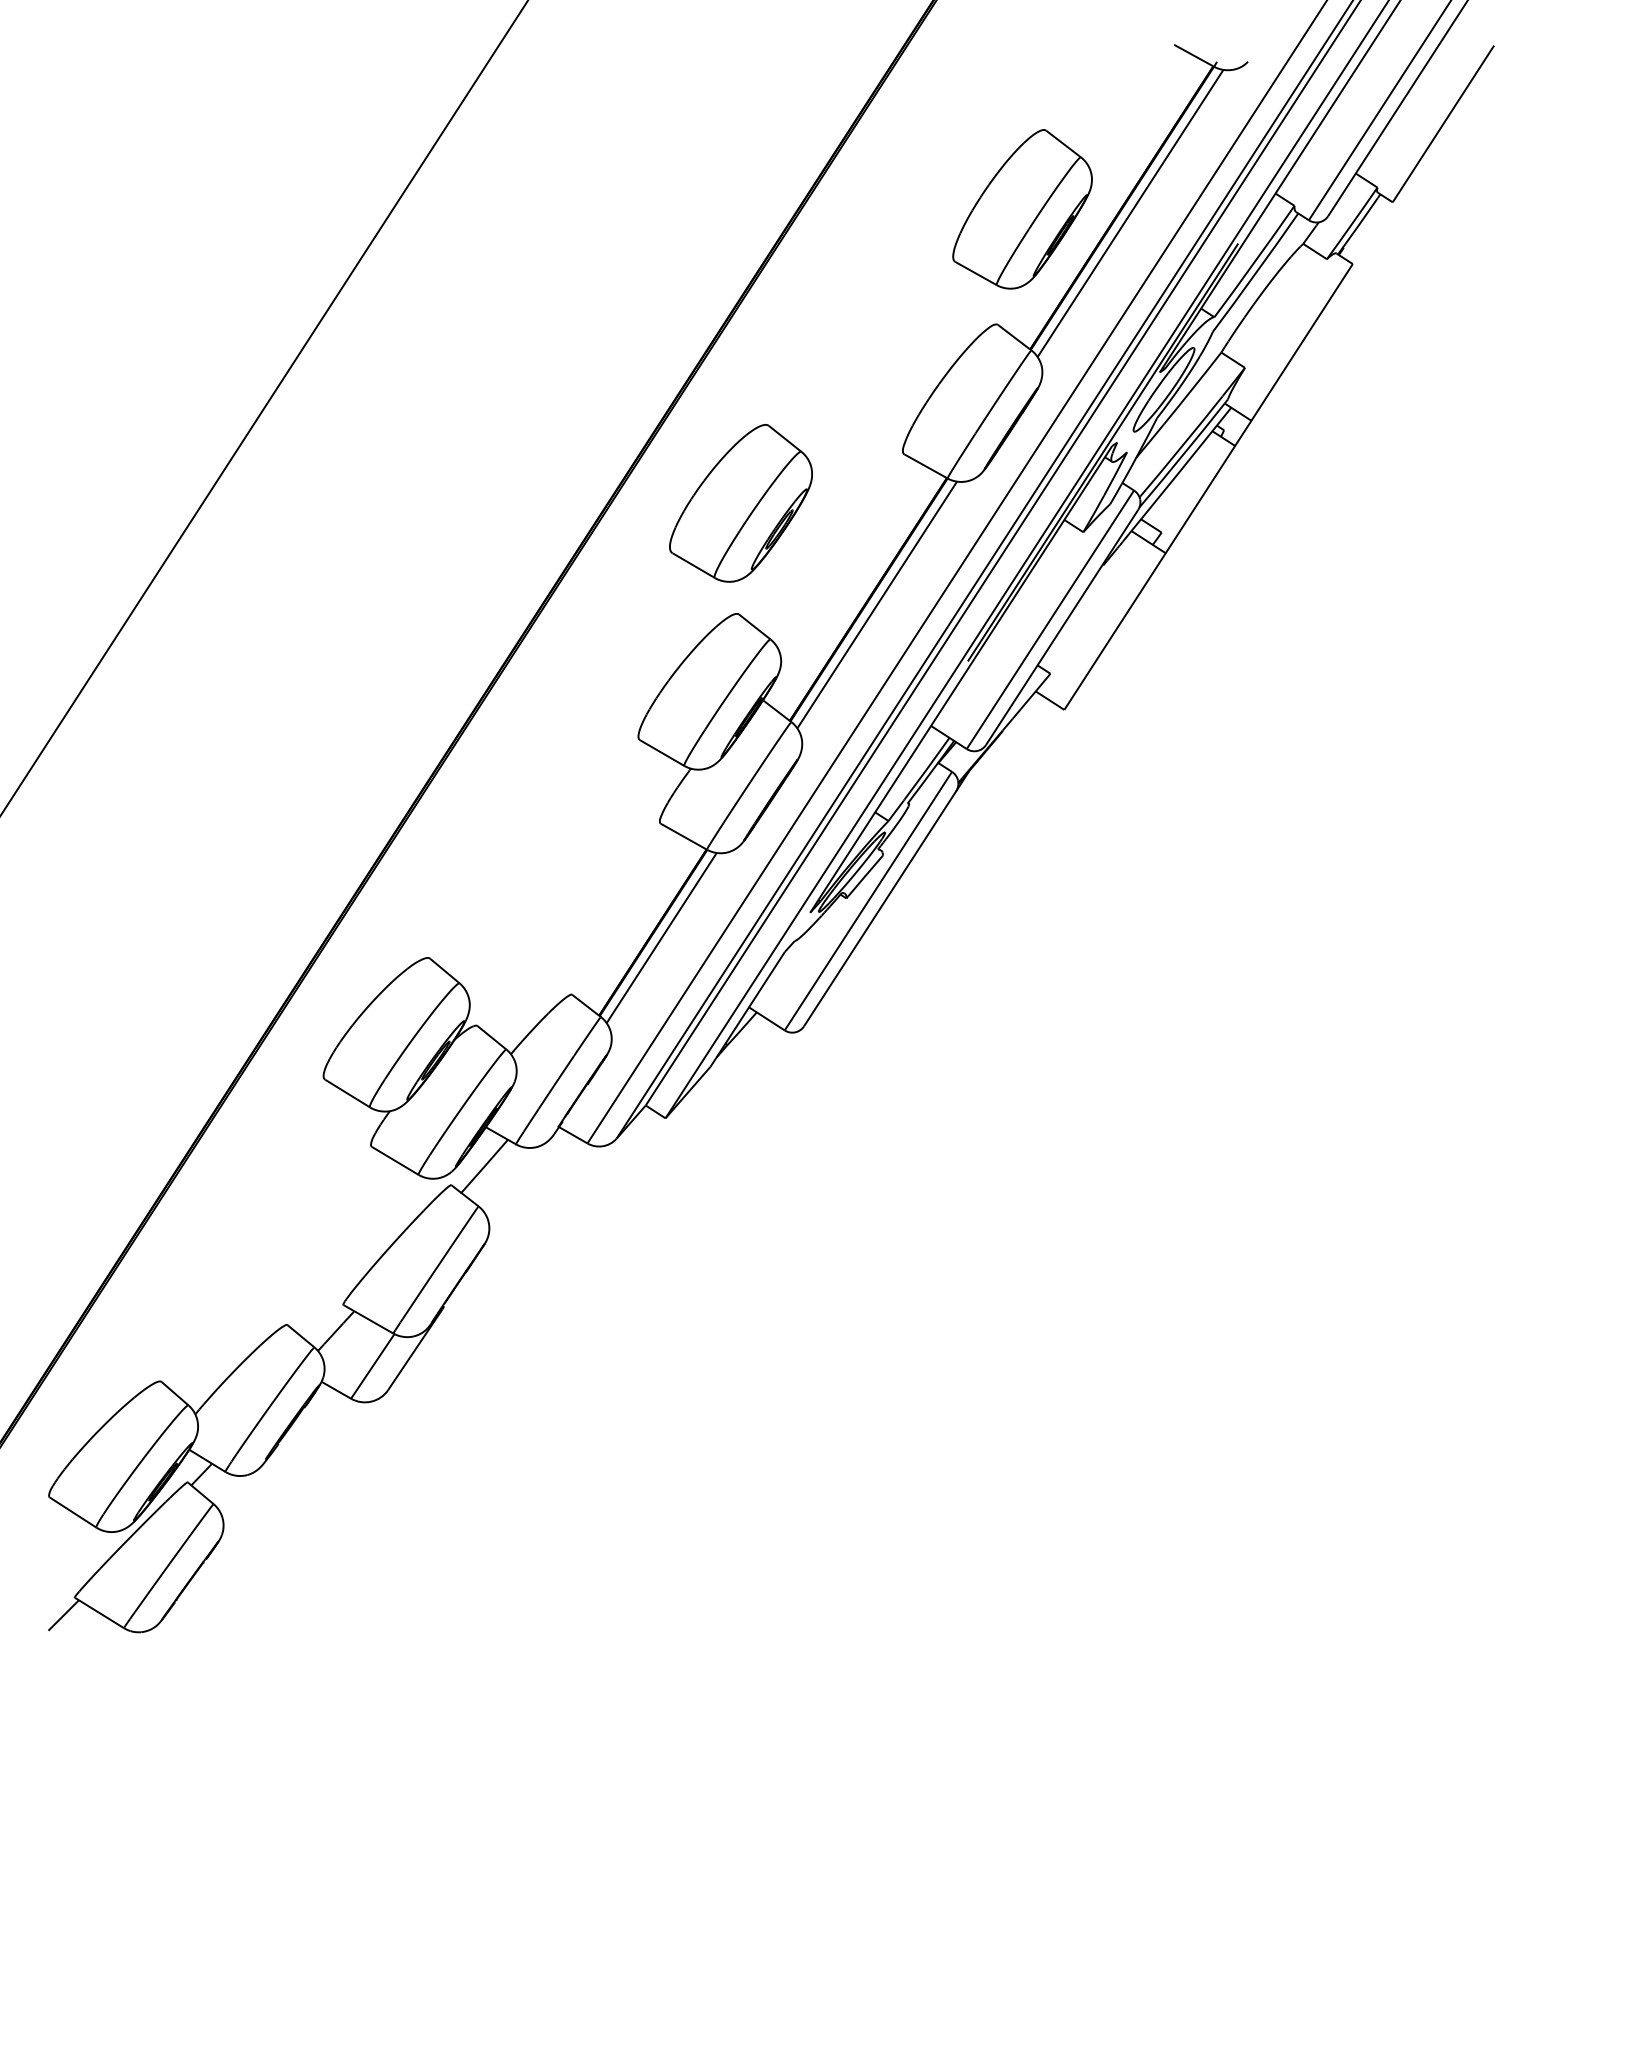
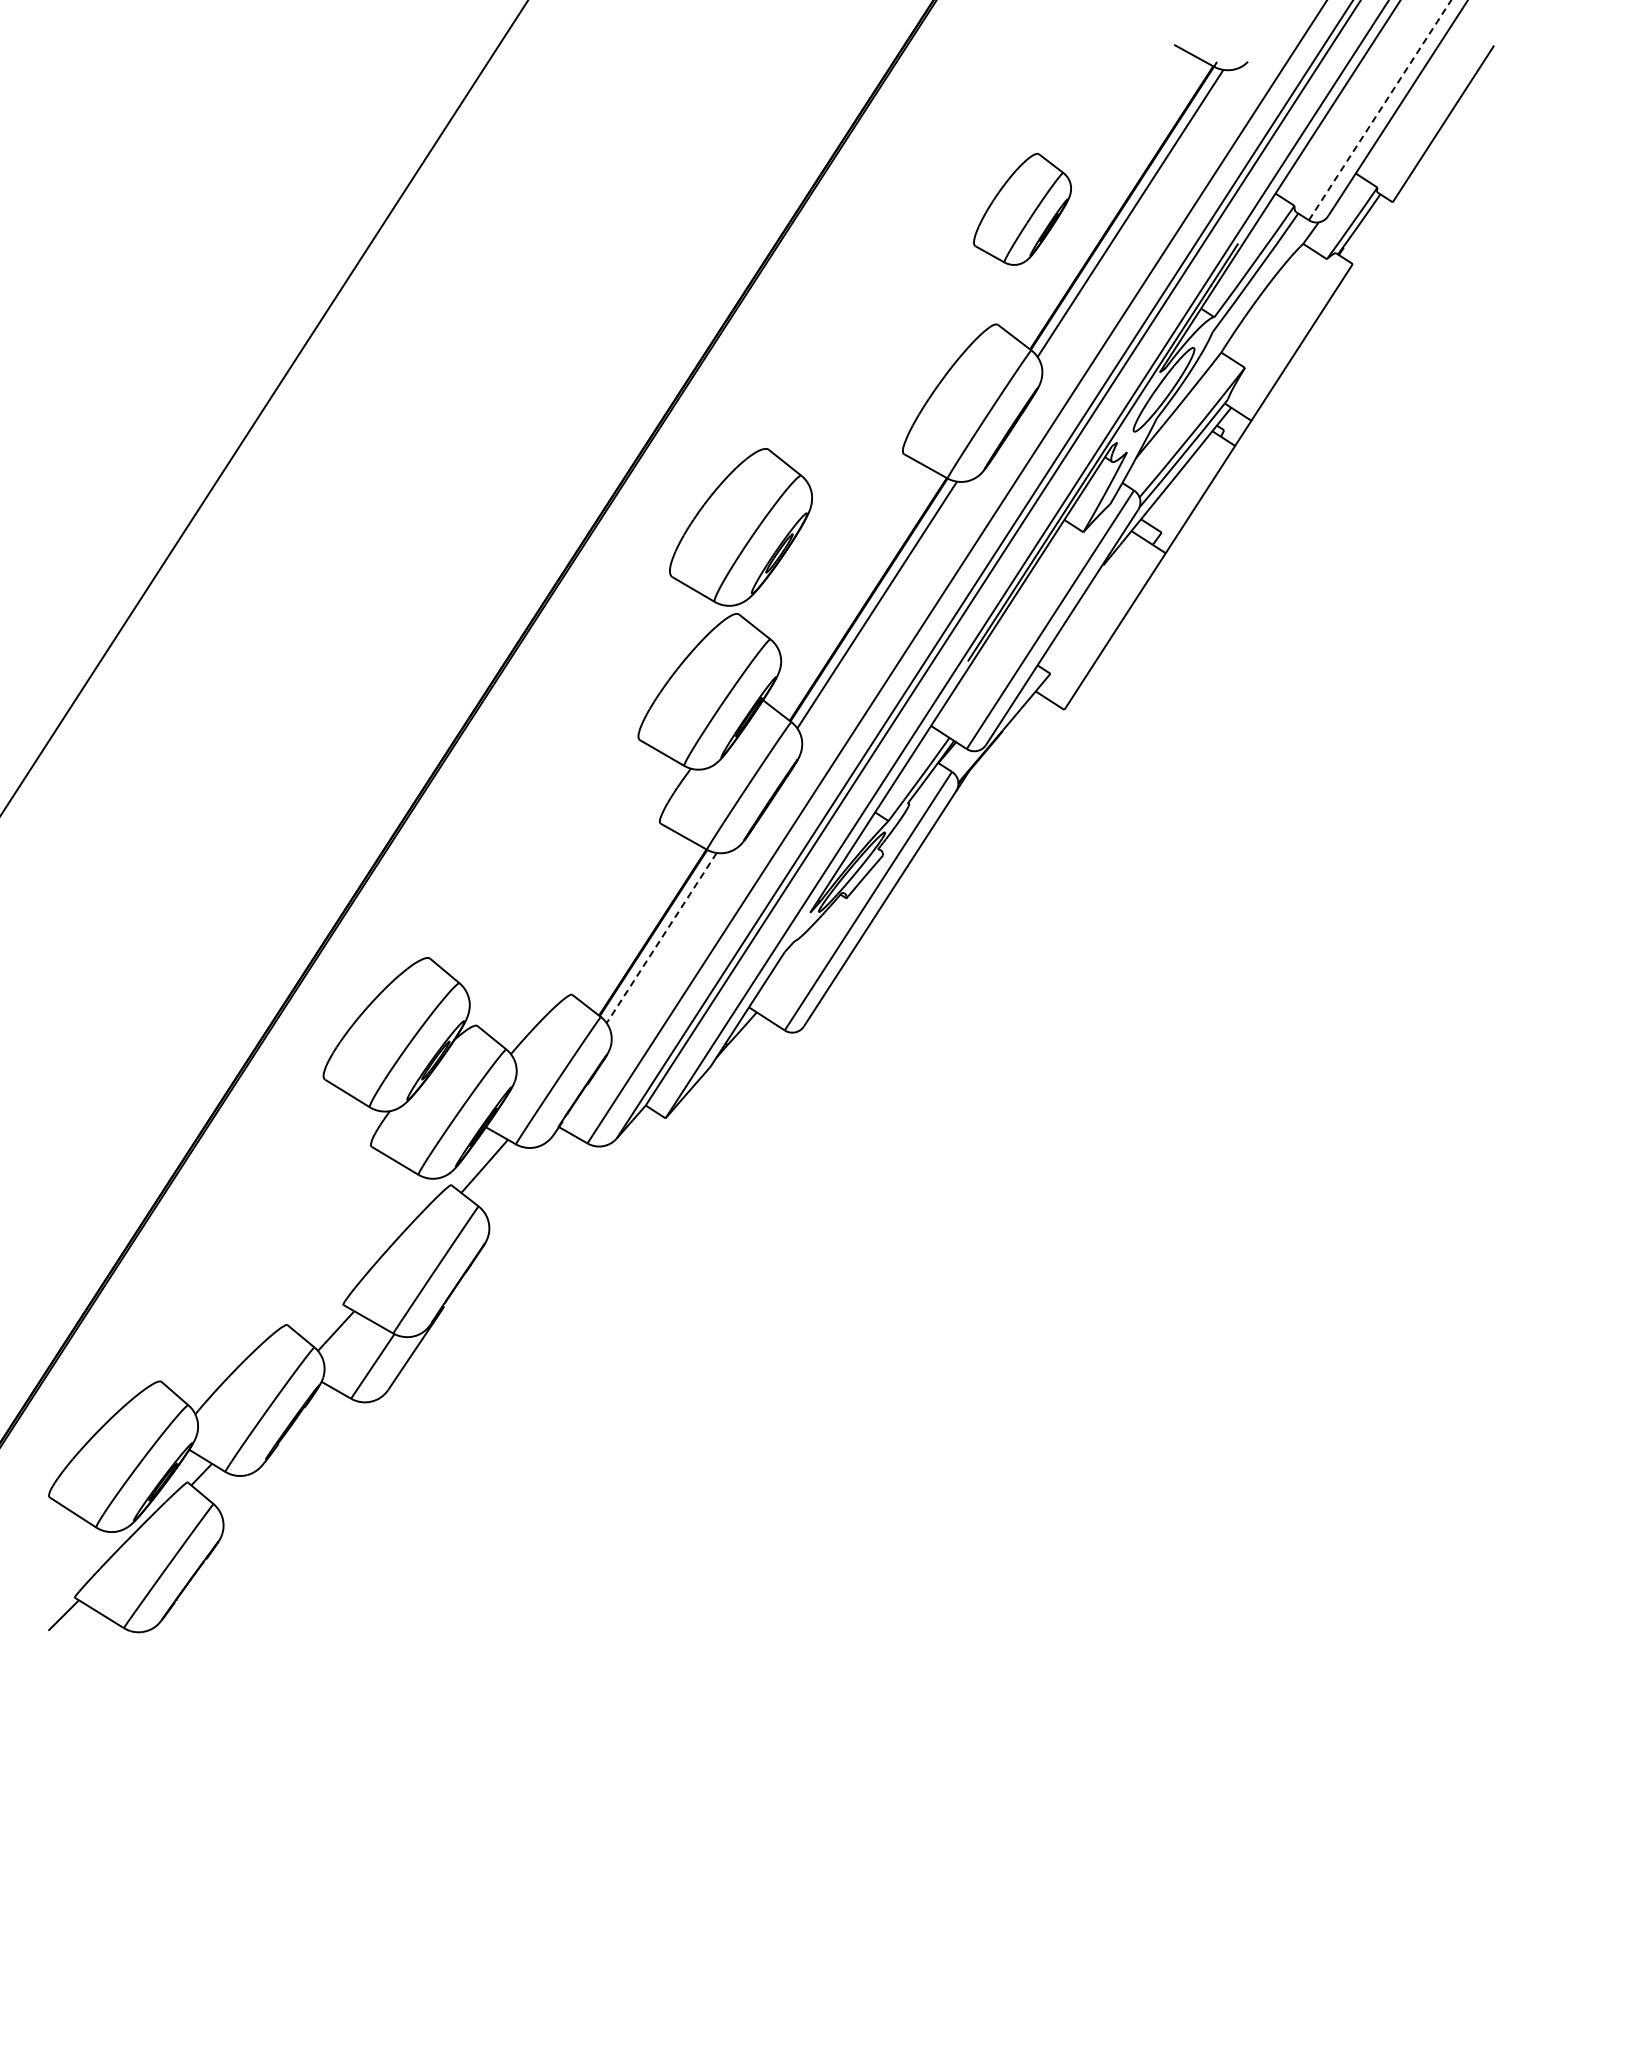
line at (1380, 110): solid -> dashed
part at (1022, 209) size: 141x161 px -> 99x113 px
part at (740, 503) position: (740, 503) -> (740, 527)
line at (661, 938): solid -> dashed
